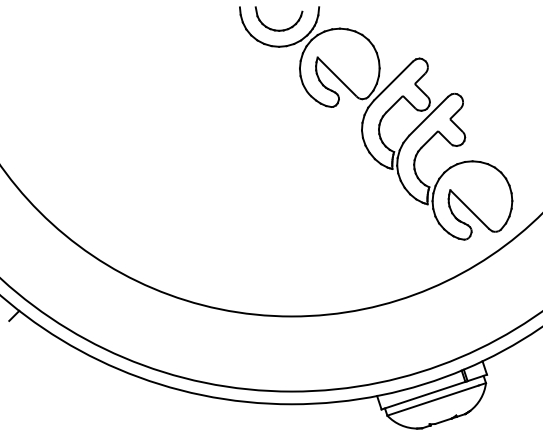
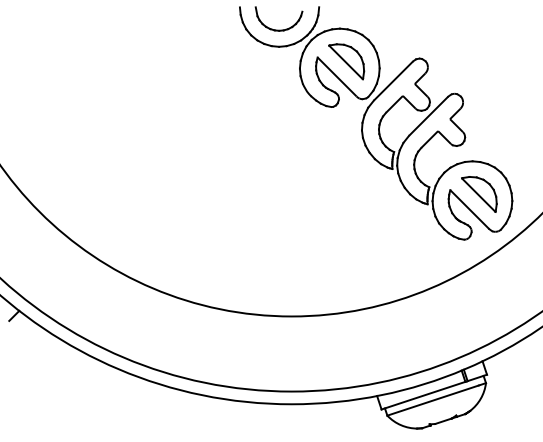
part at (346, 61): none -> present
part at (479, 194): none -> present
